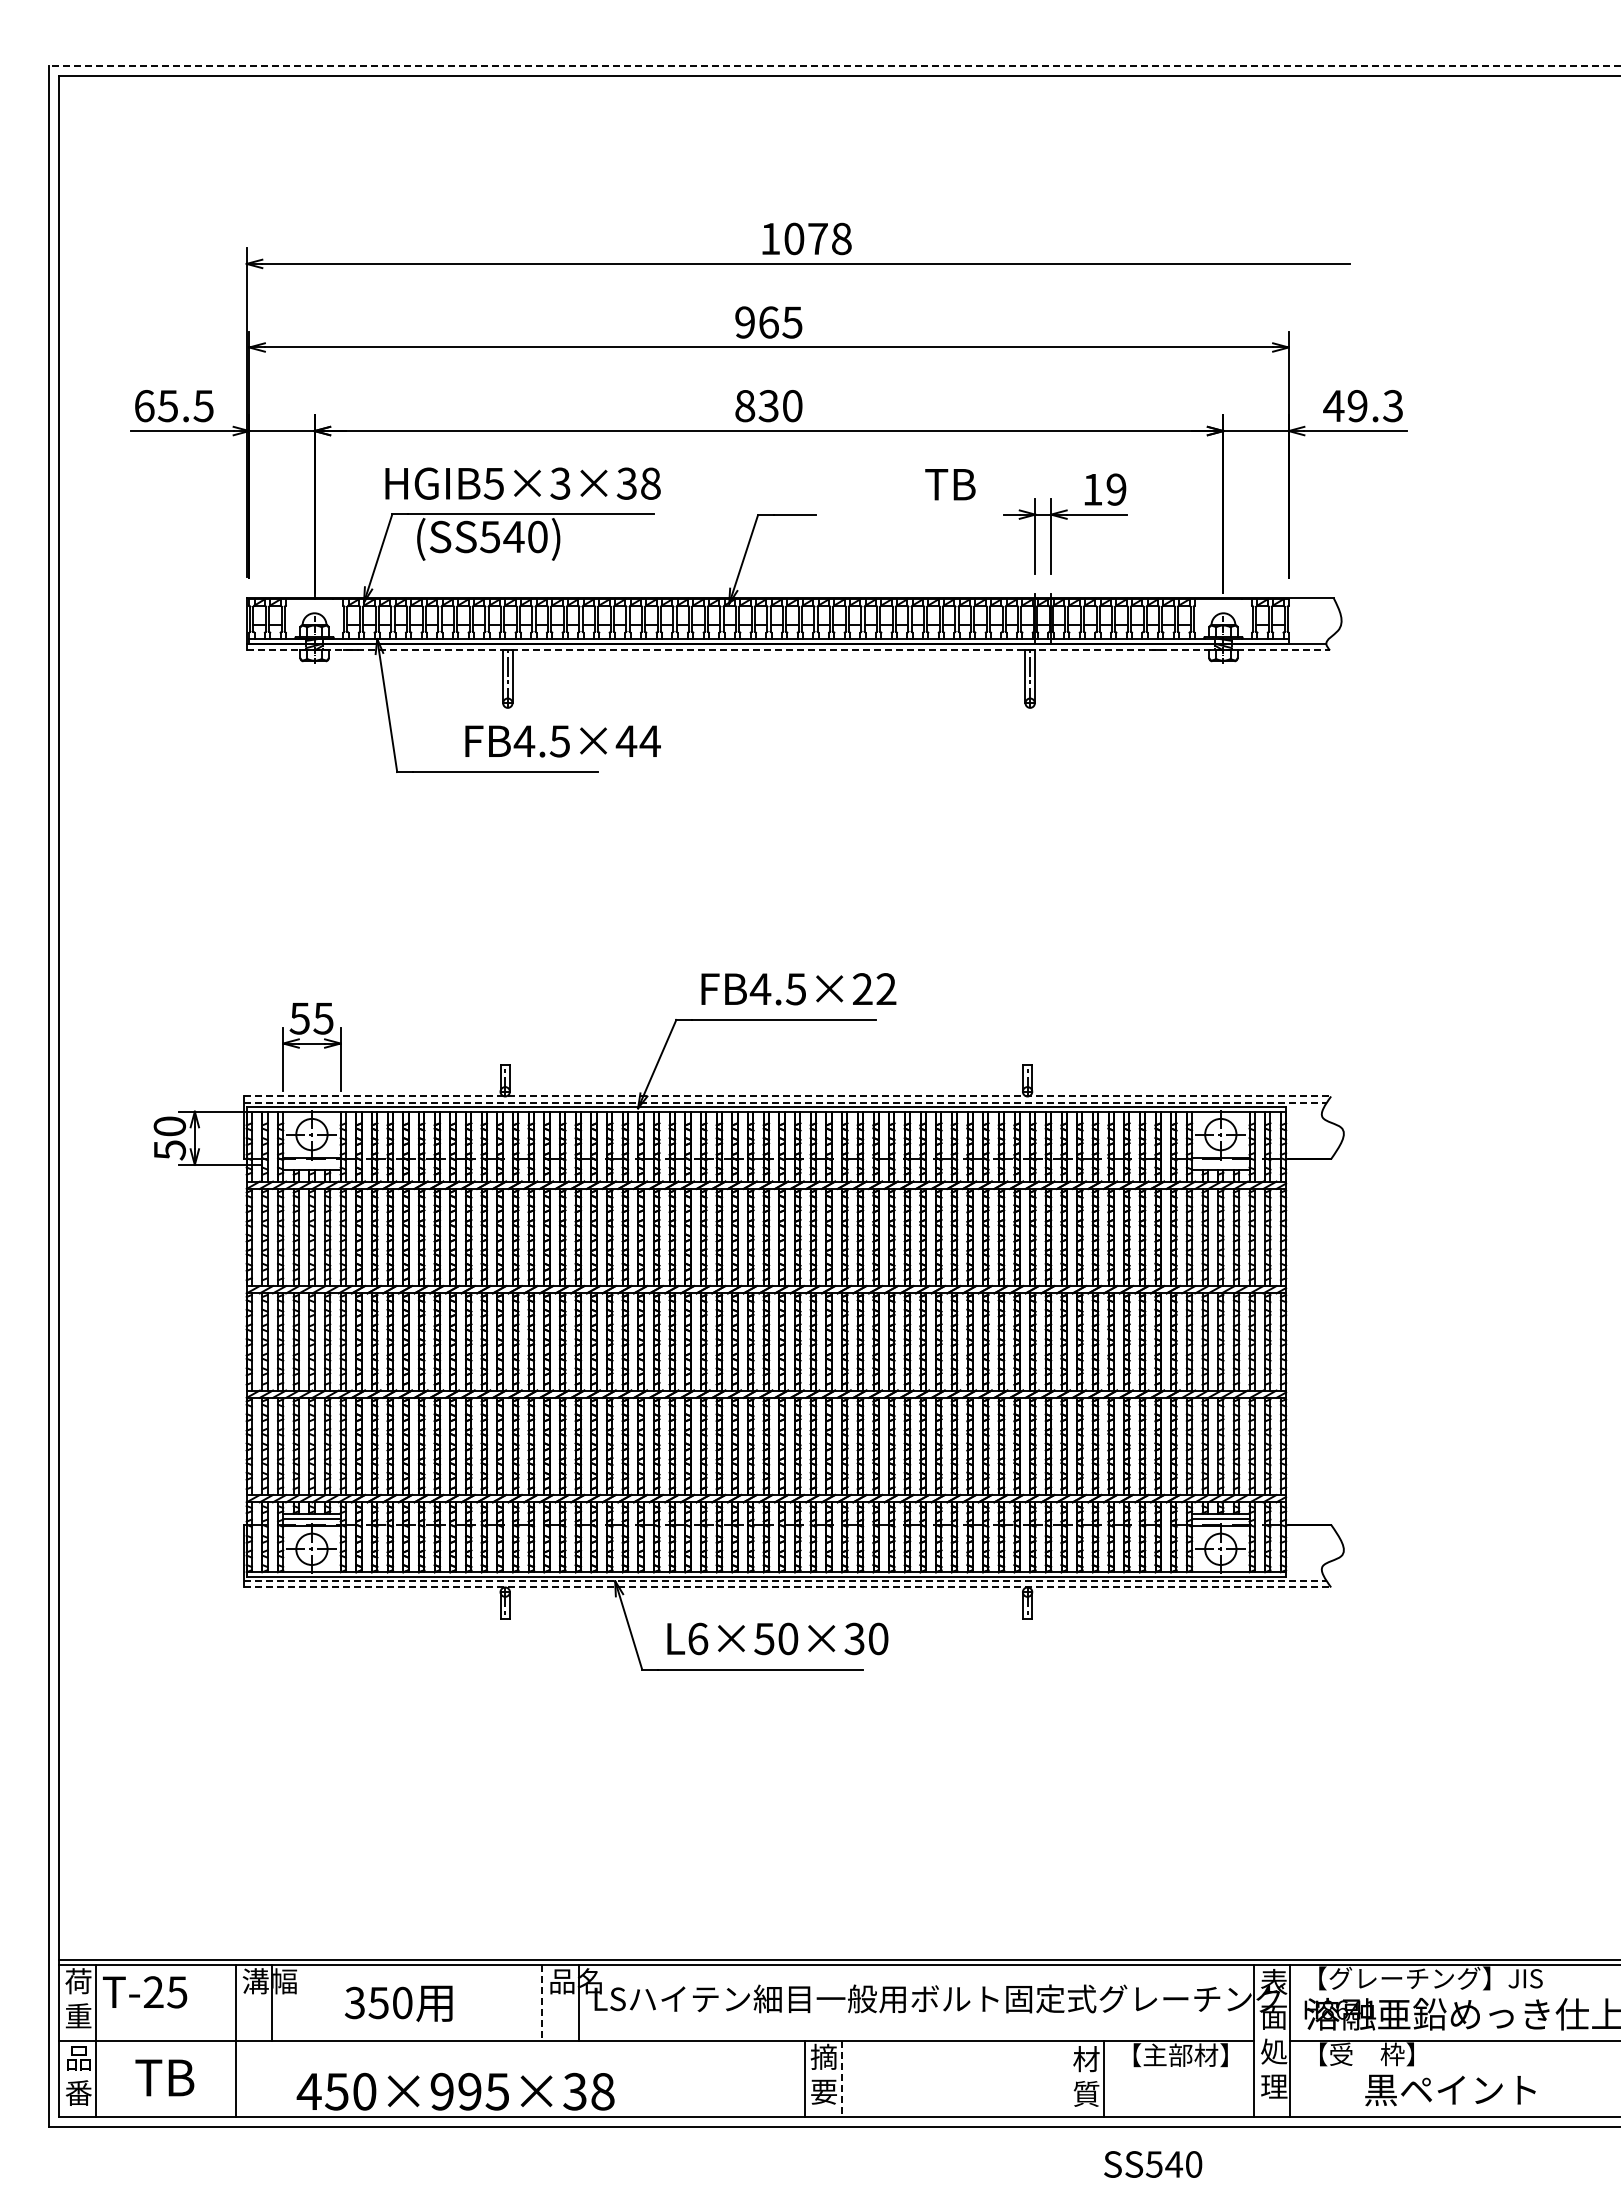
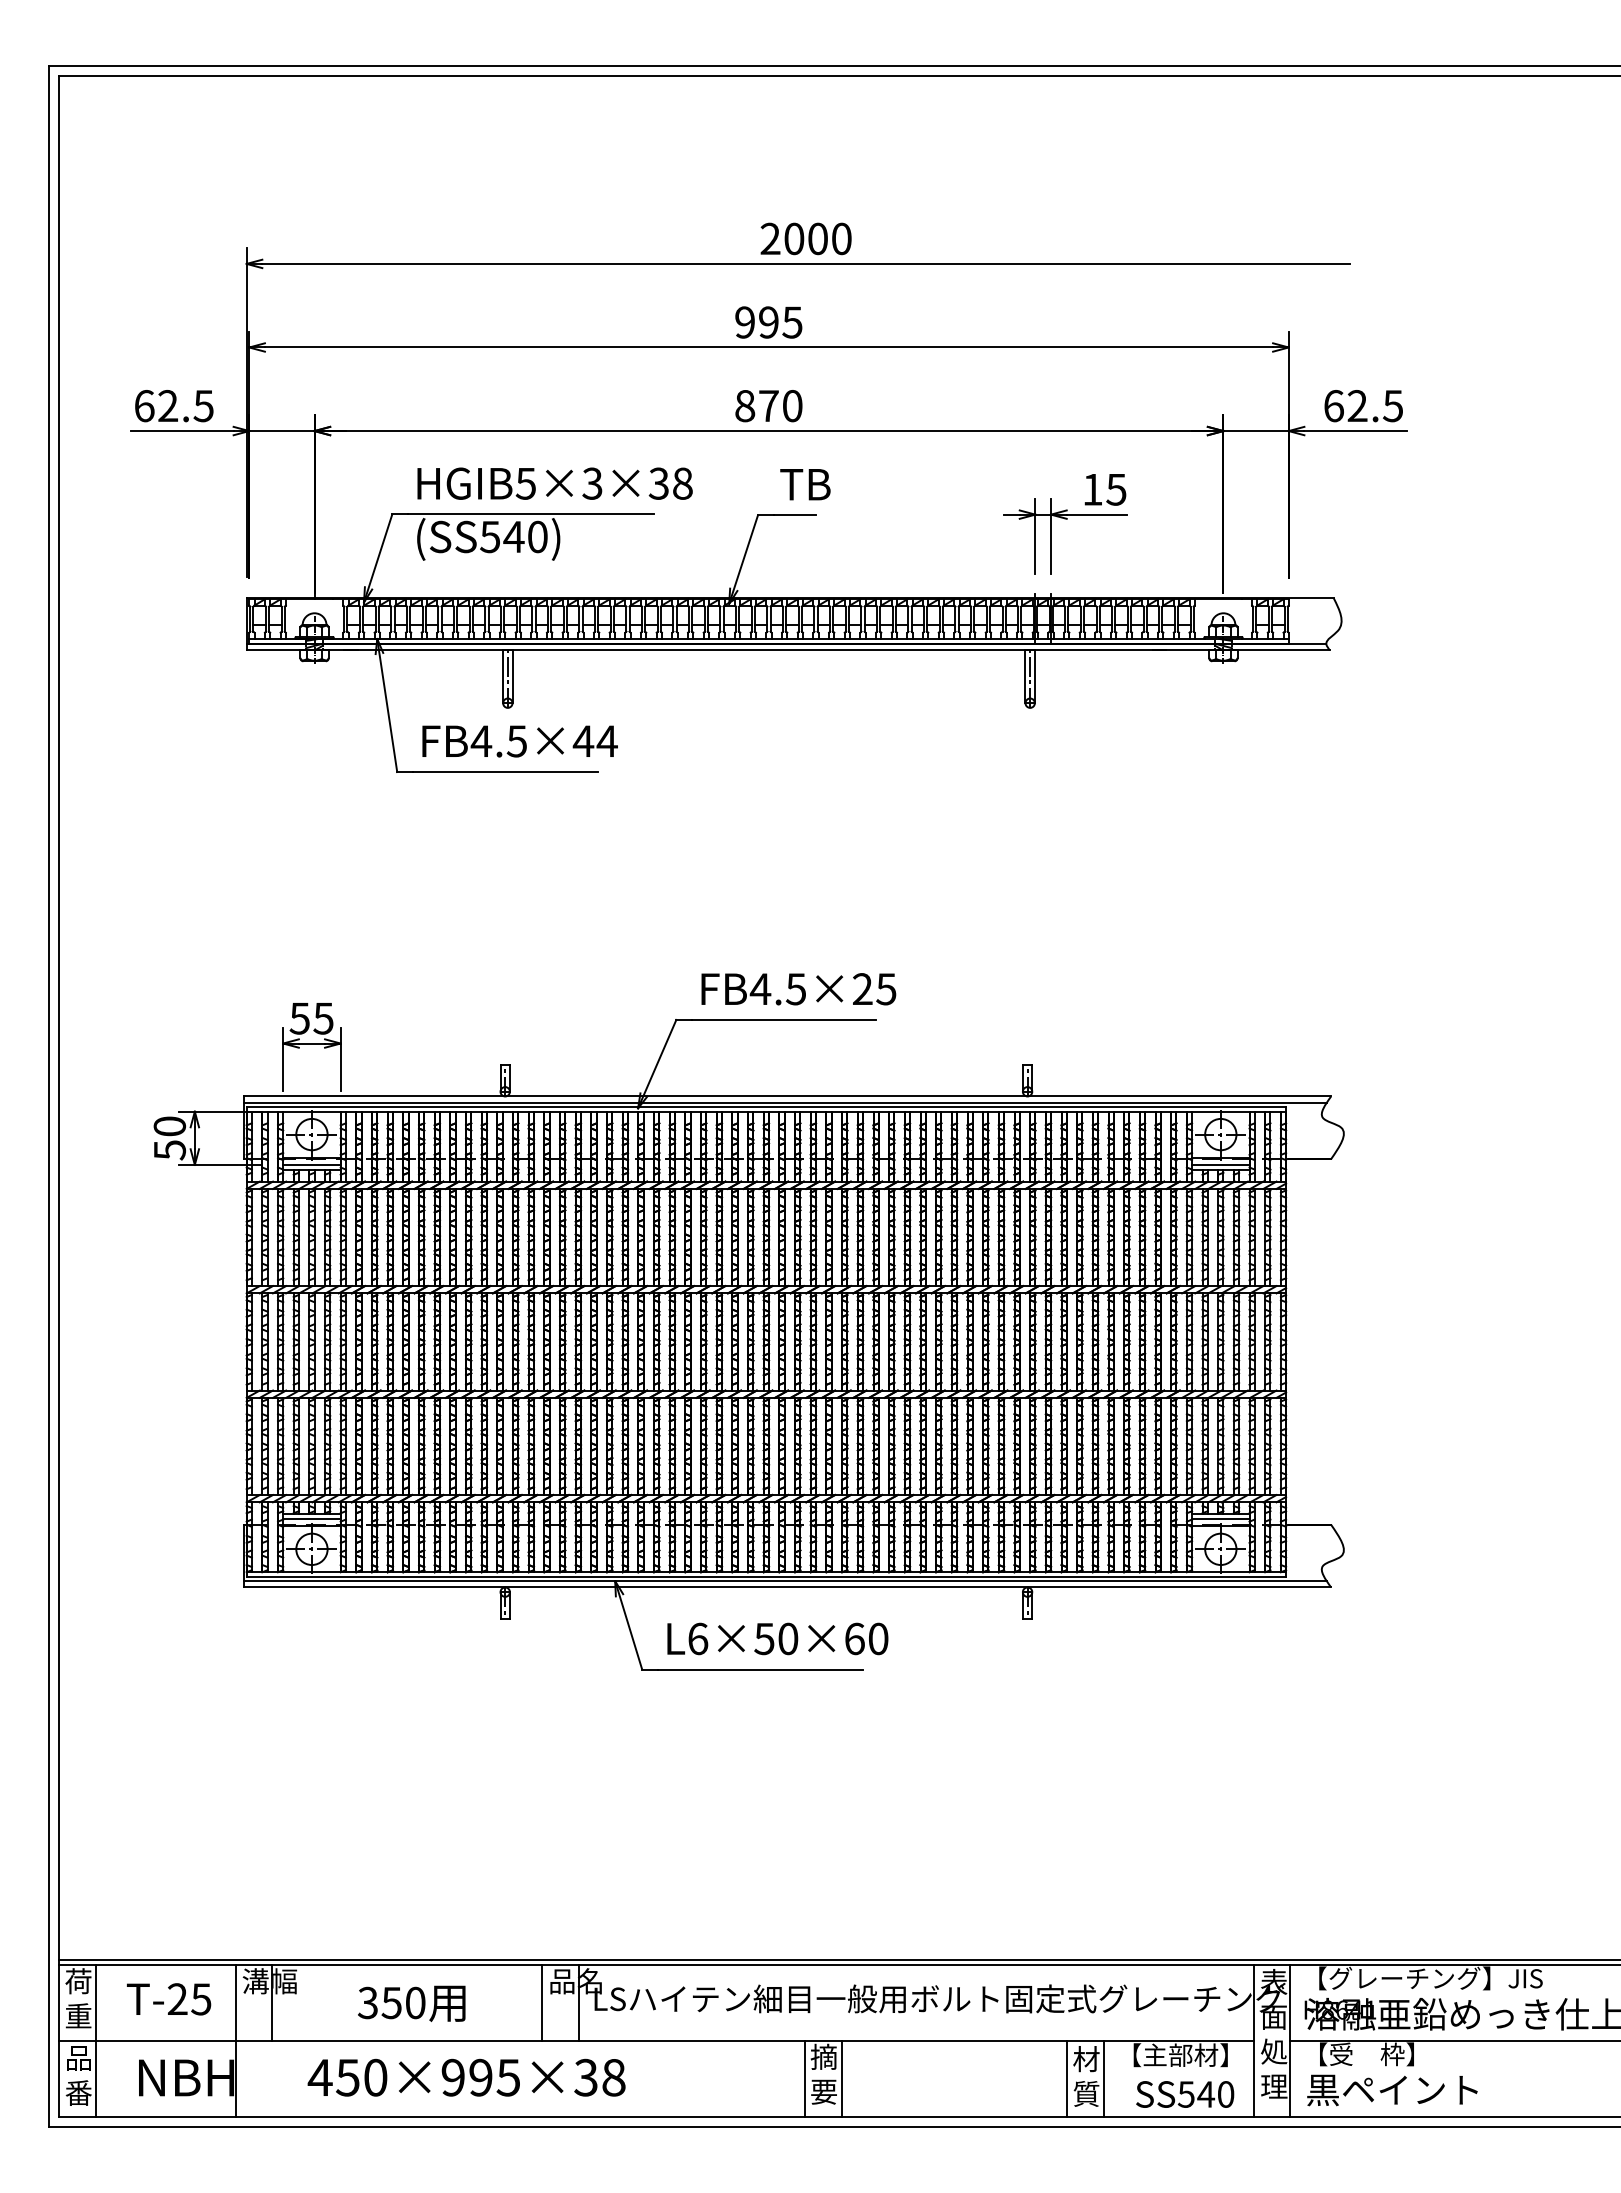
line at (834, 65): dashed -> solid
text at (805, 238): 1078 -> 2000
text at (768, 322): 965 -> 995
text at (167, 405): 65.5 -> 62.5
text at (1362, 405): 49.3 -> 62.5
text at (768, 406): 830 -> 870
text at (522, 483) position: (522, 483) -> (554, 483)
text at (950, 484) position: (950, 484) -> (805, 484)
text at (1116, 489): 19 -> 15
line at (788, 650): dashed -> solid
text at (562, 741) position: (562, 741) -> (519, 741)
text at (886, 989): FB4.5×22 -> FB4.5×25
line at (787, 1096): dashed -> solid
line at (785, 1102): dashed -> solid
line at (311, 1164): none -> present
line at (1220, 1164): none -> present
line at (785, 1581): dashed -> solid
line at (787, 1587): dashed -> solid
text at (854, 1638): L6×50×30 -> L6×50×60
text at (145, 1992) position: (145, 1992) -> (169, 1999)
line at (542, 2002): dashed -> solid
text at (398, 2003) position: (398, 2003) -> (411, 2003)
text at (184, 2077): TB -> NBH
line at (841, 2078): dashed -> solid
line at (1067, 2078): none -> present
text at (1450, 2090) position: (1450, 2090) -> (1392, 2090)
text at (455, 2091) position: (455, 2091) -> (466, 2077)
text at (1153, 2164) position: (1153, 2164) -> (1185, 2094)
